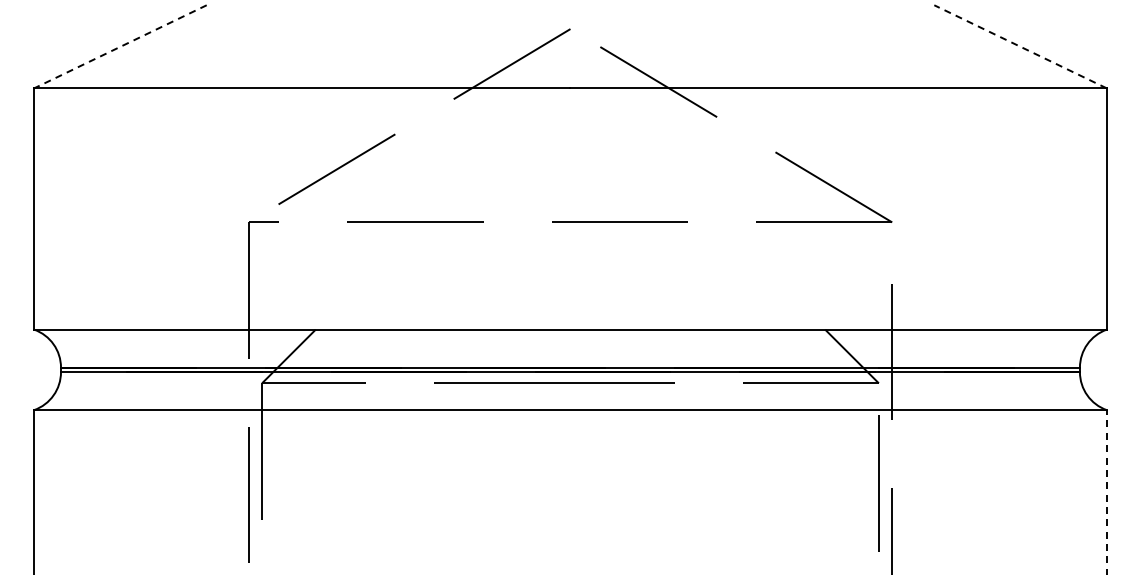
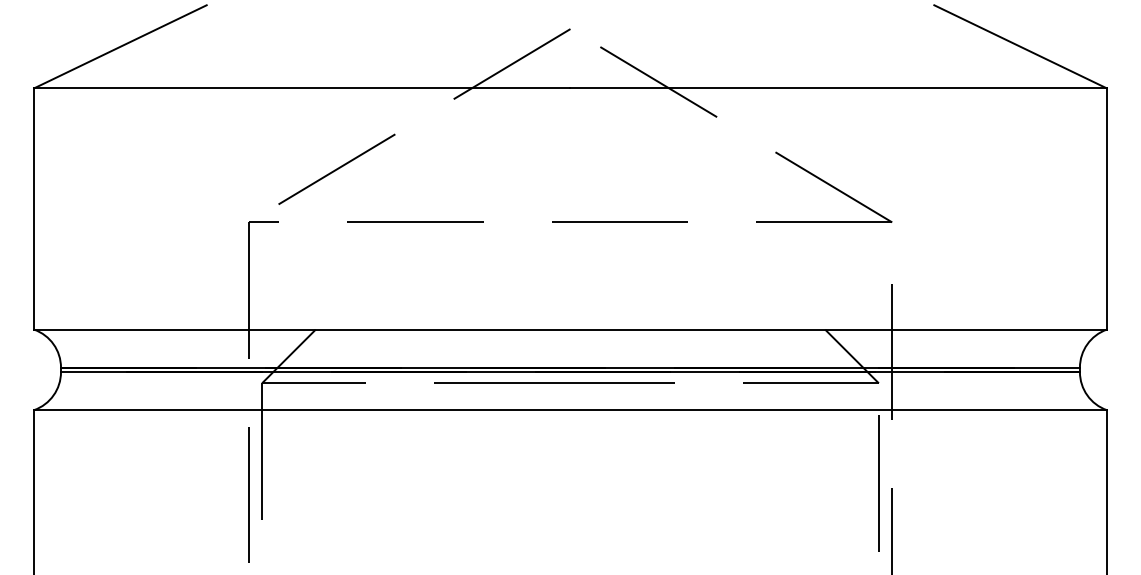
line at (120, 46): dashed -> solid
line at (1020, 46): dashed -> solid
line at (1106, 492): dashed -> solid
